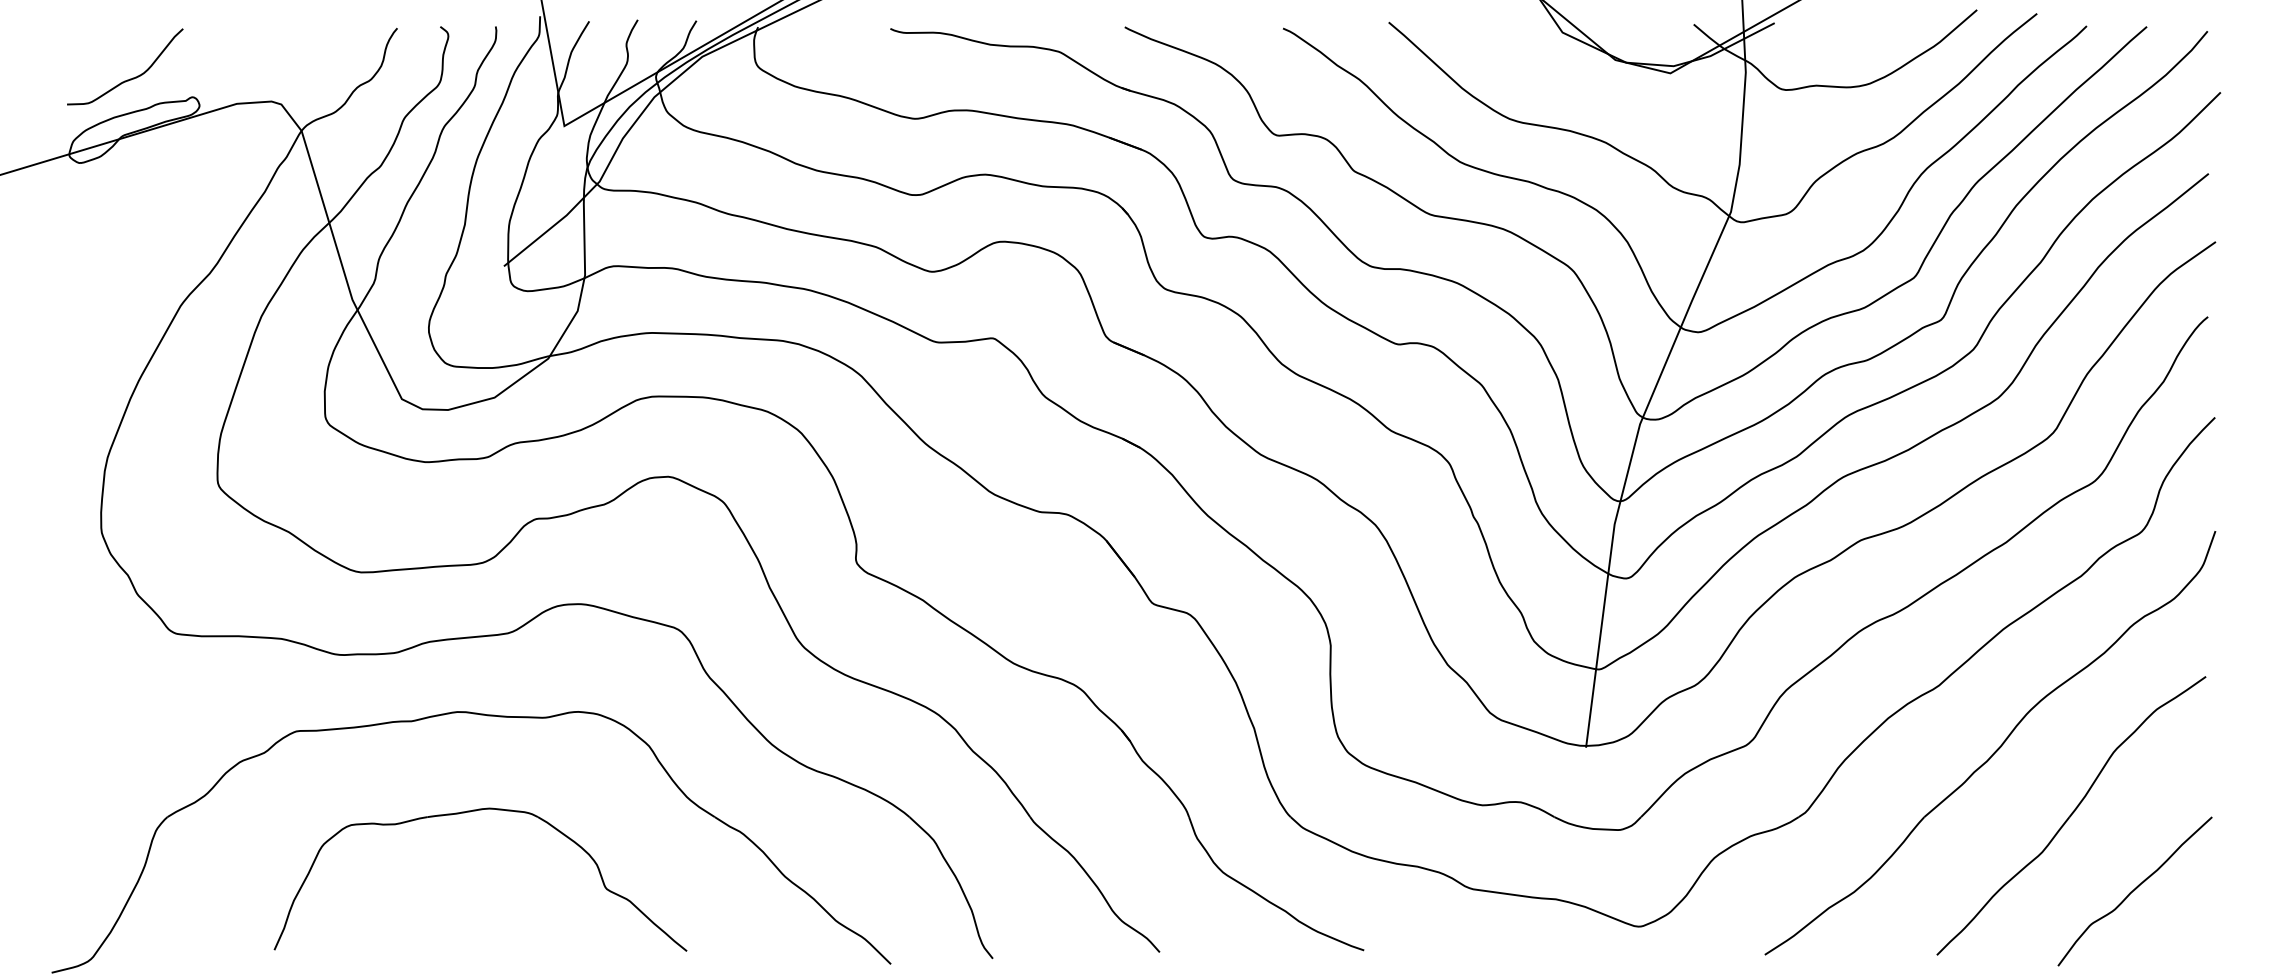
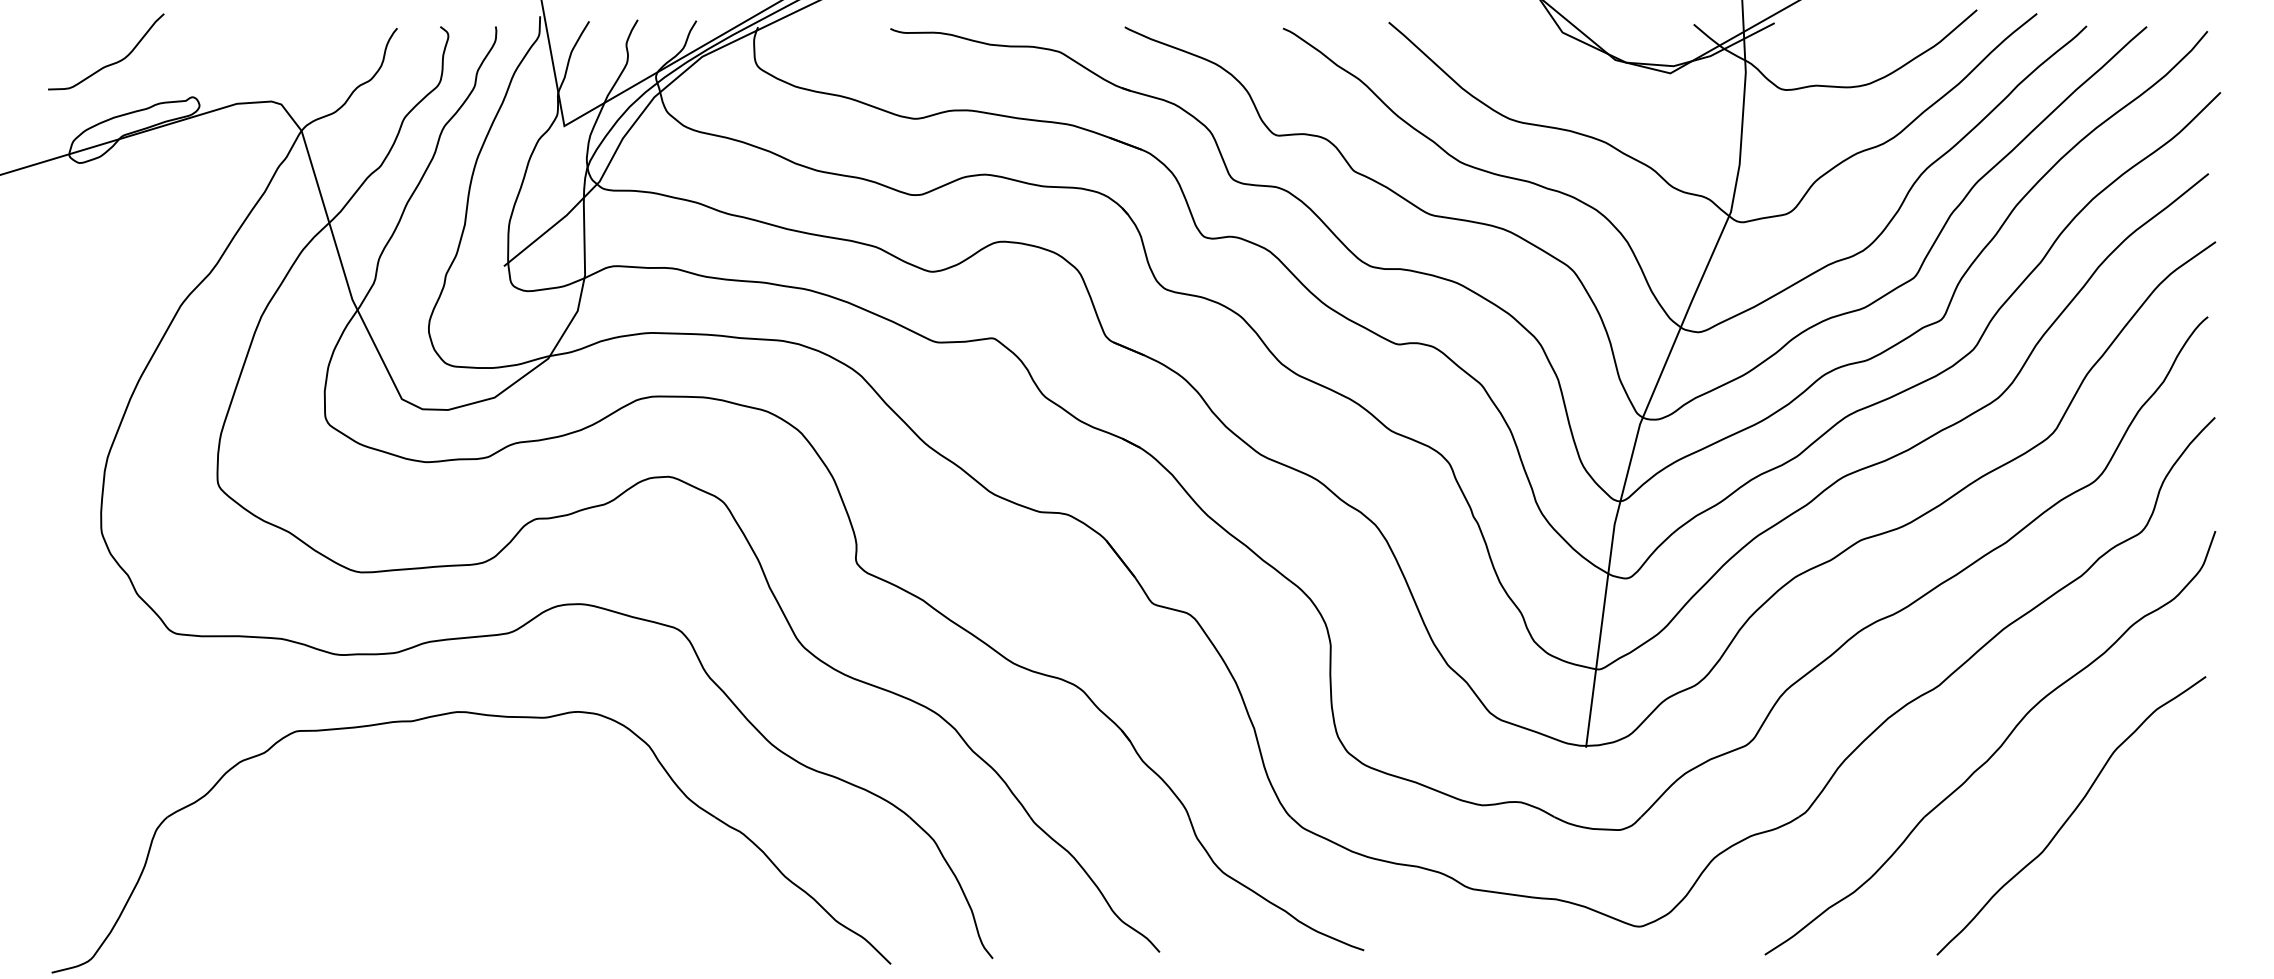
curve at (130, 78) position: (130, 78) -> (111, 63)
part at (470, 812): present -> none
curve at (2134, 890): present -> none
